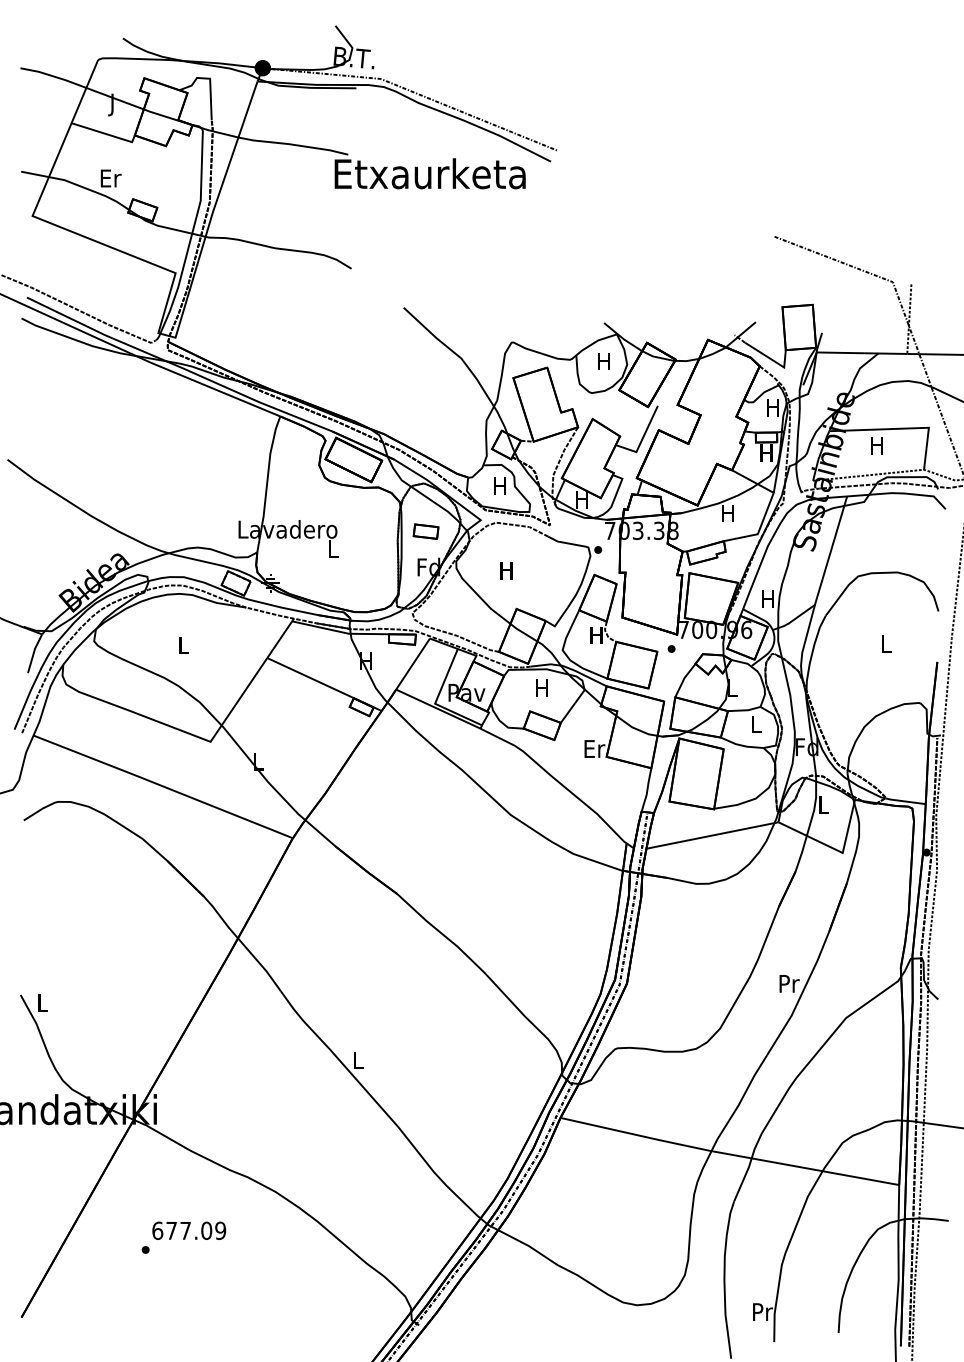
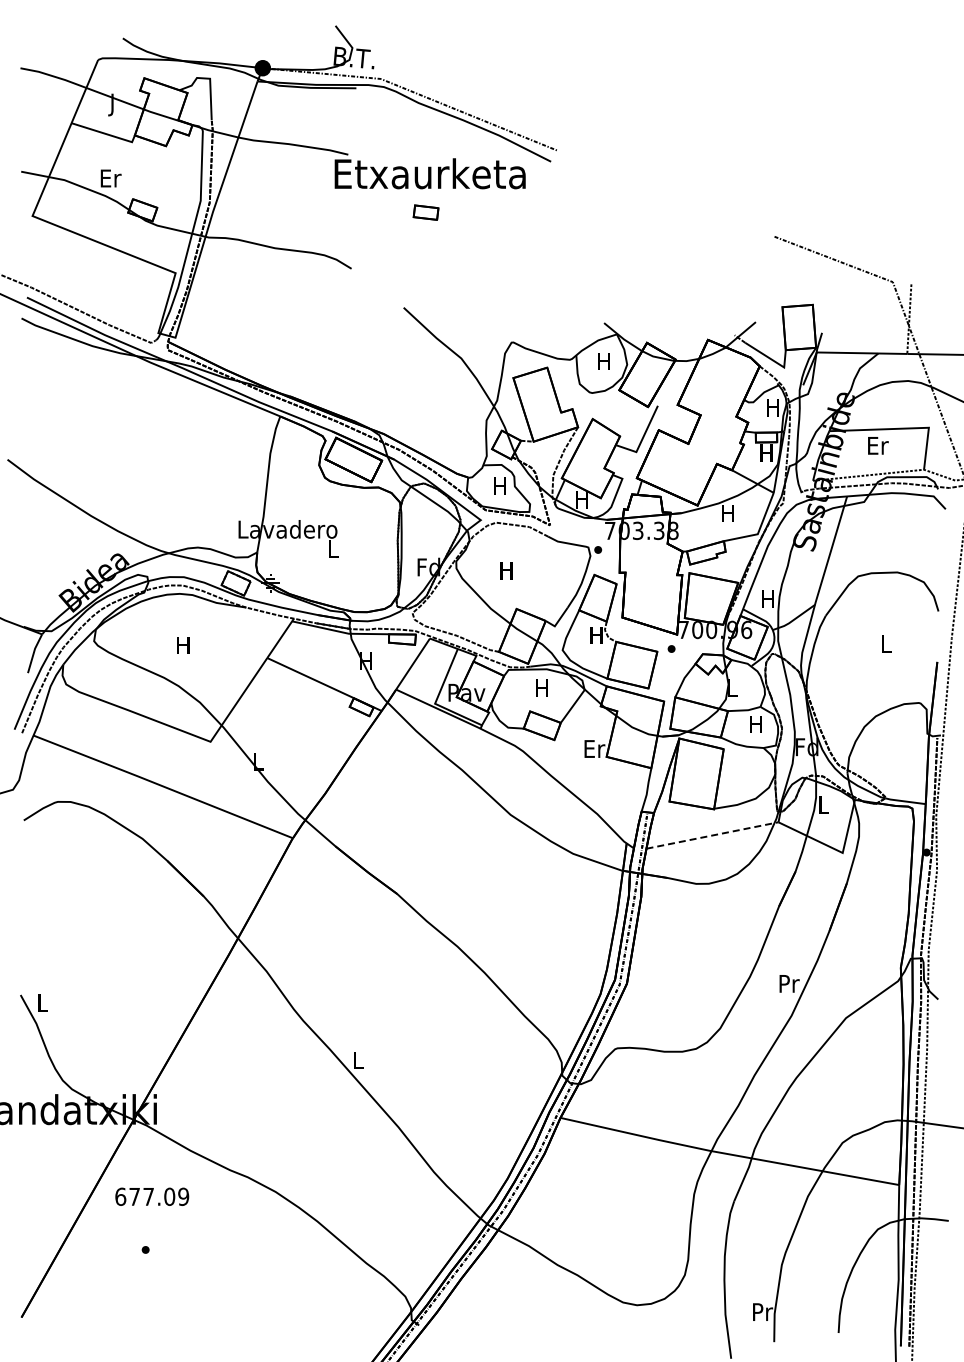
text at (878, 445): H -> Er
part at (425, 531) position: (425, 531) -> (425, 212)
text at (183, 645): L -> H
text at (755, 724): L -> H
line at (712, 835): solid -> dashed
text at (189, 1230) position: (189, 1230) -> (152, 1196)
